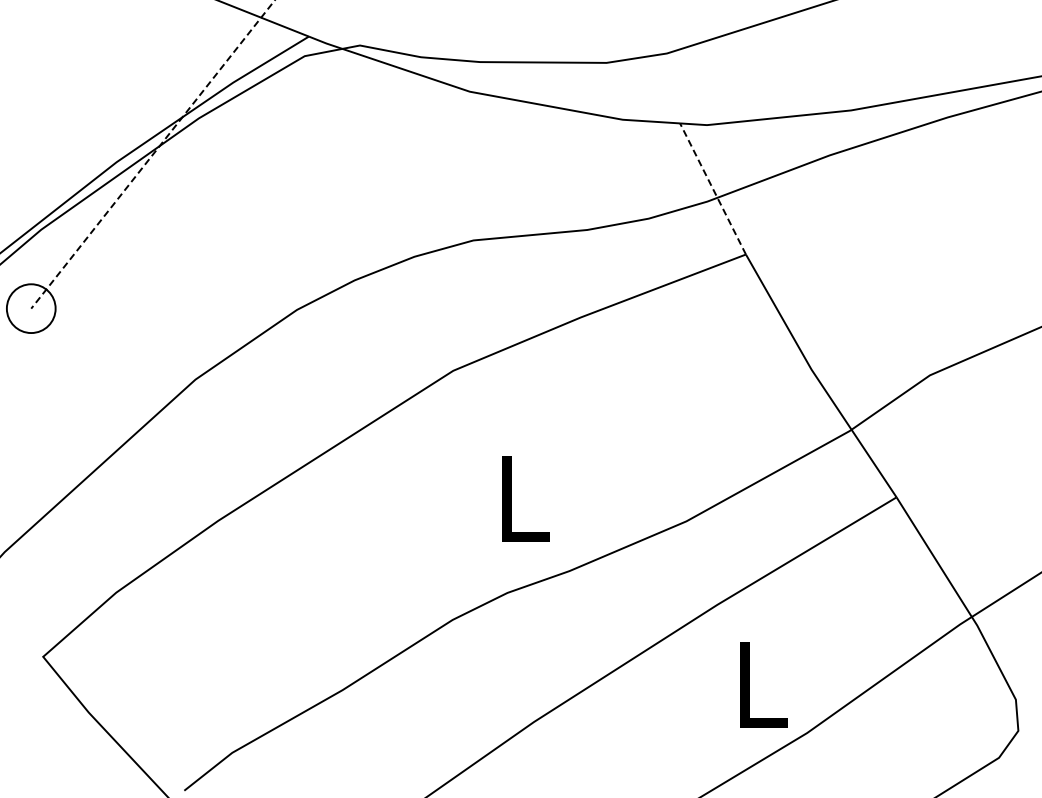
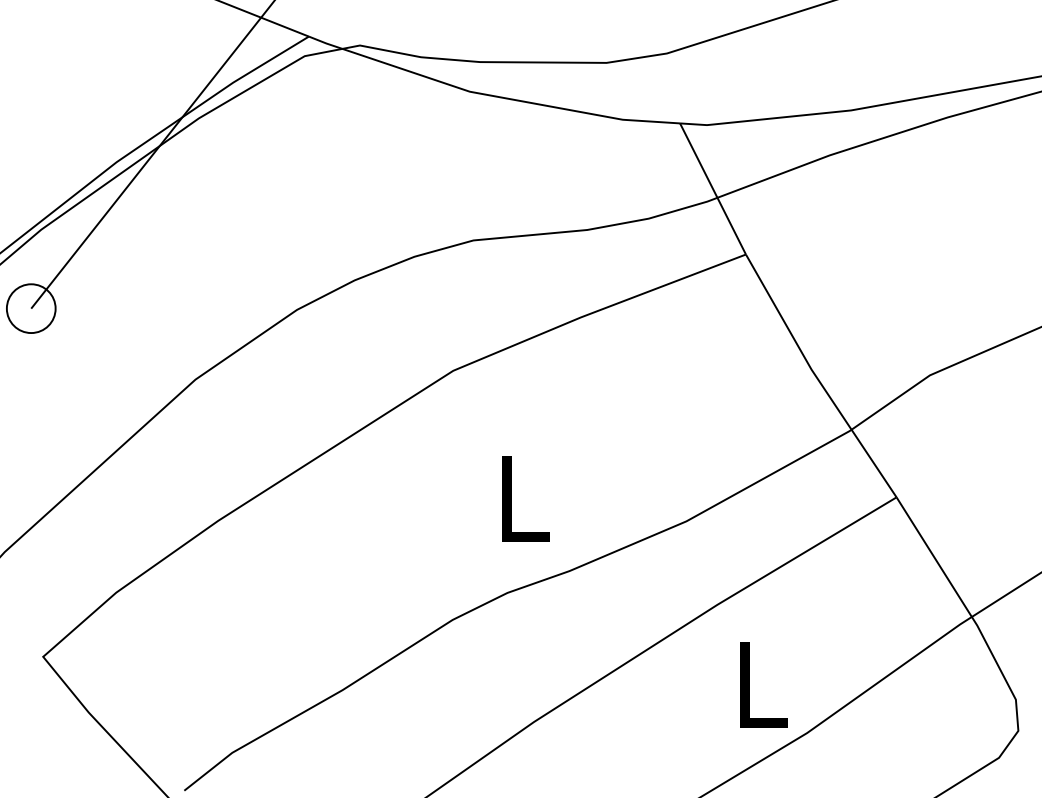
line at (152, 154): dashed -> solid
line at (712, 188): dashed -> solid
